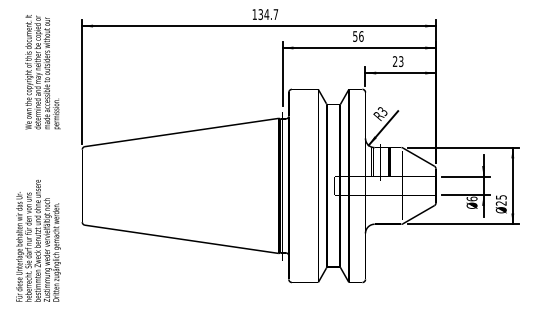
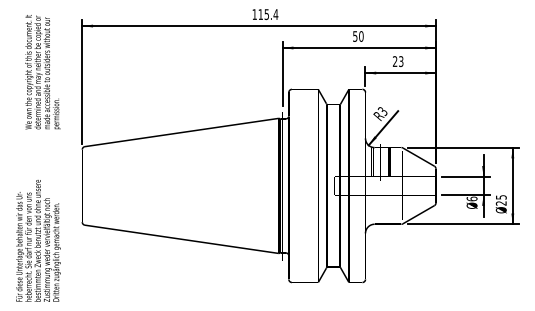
text at (268, 14): 134.7 -> 115.4
text at (361, 36): 56 -> 50
